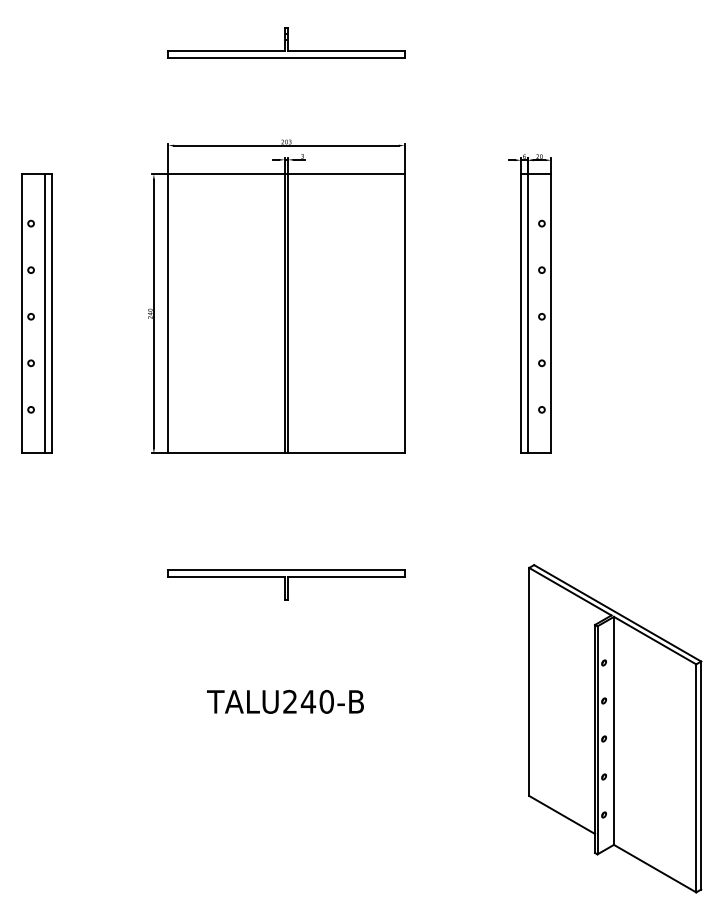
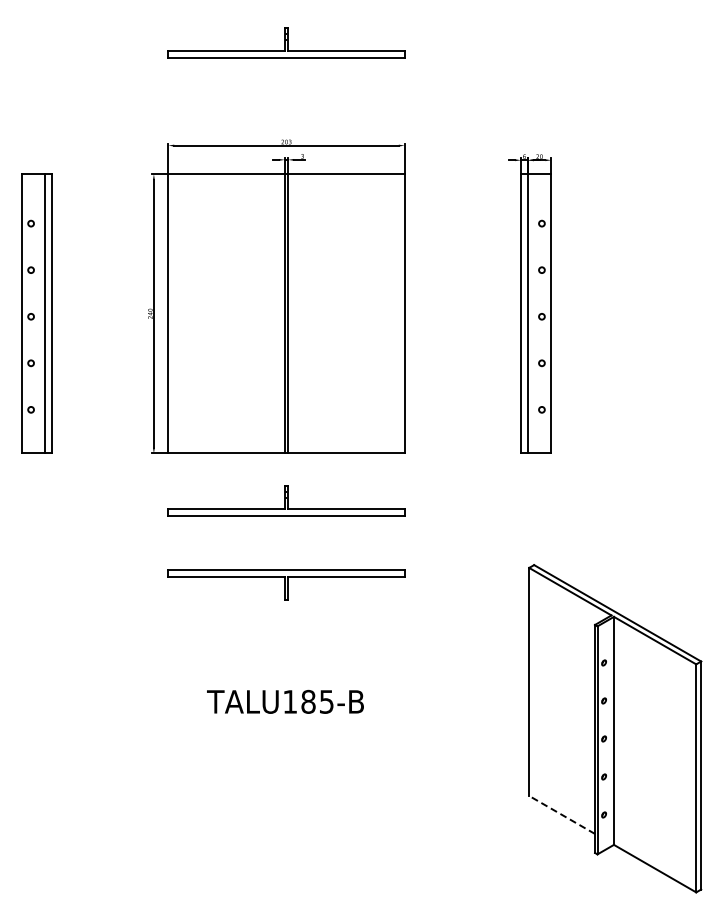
part at (286, 500): none -> present
text at (308, 701): TALU240-B -> TALU185-B
line at (561, 814): solid -> dashed
